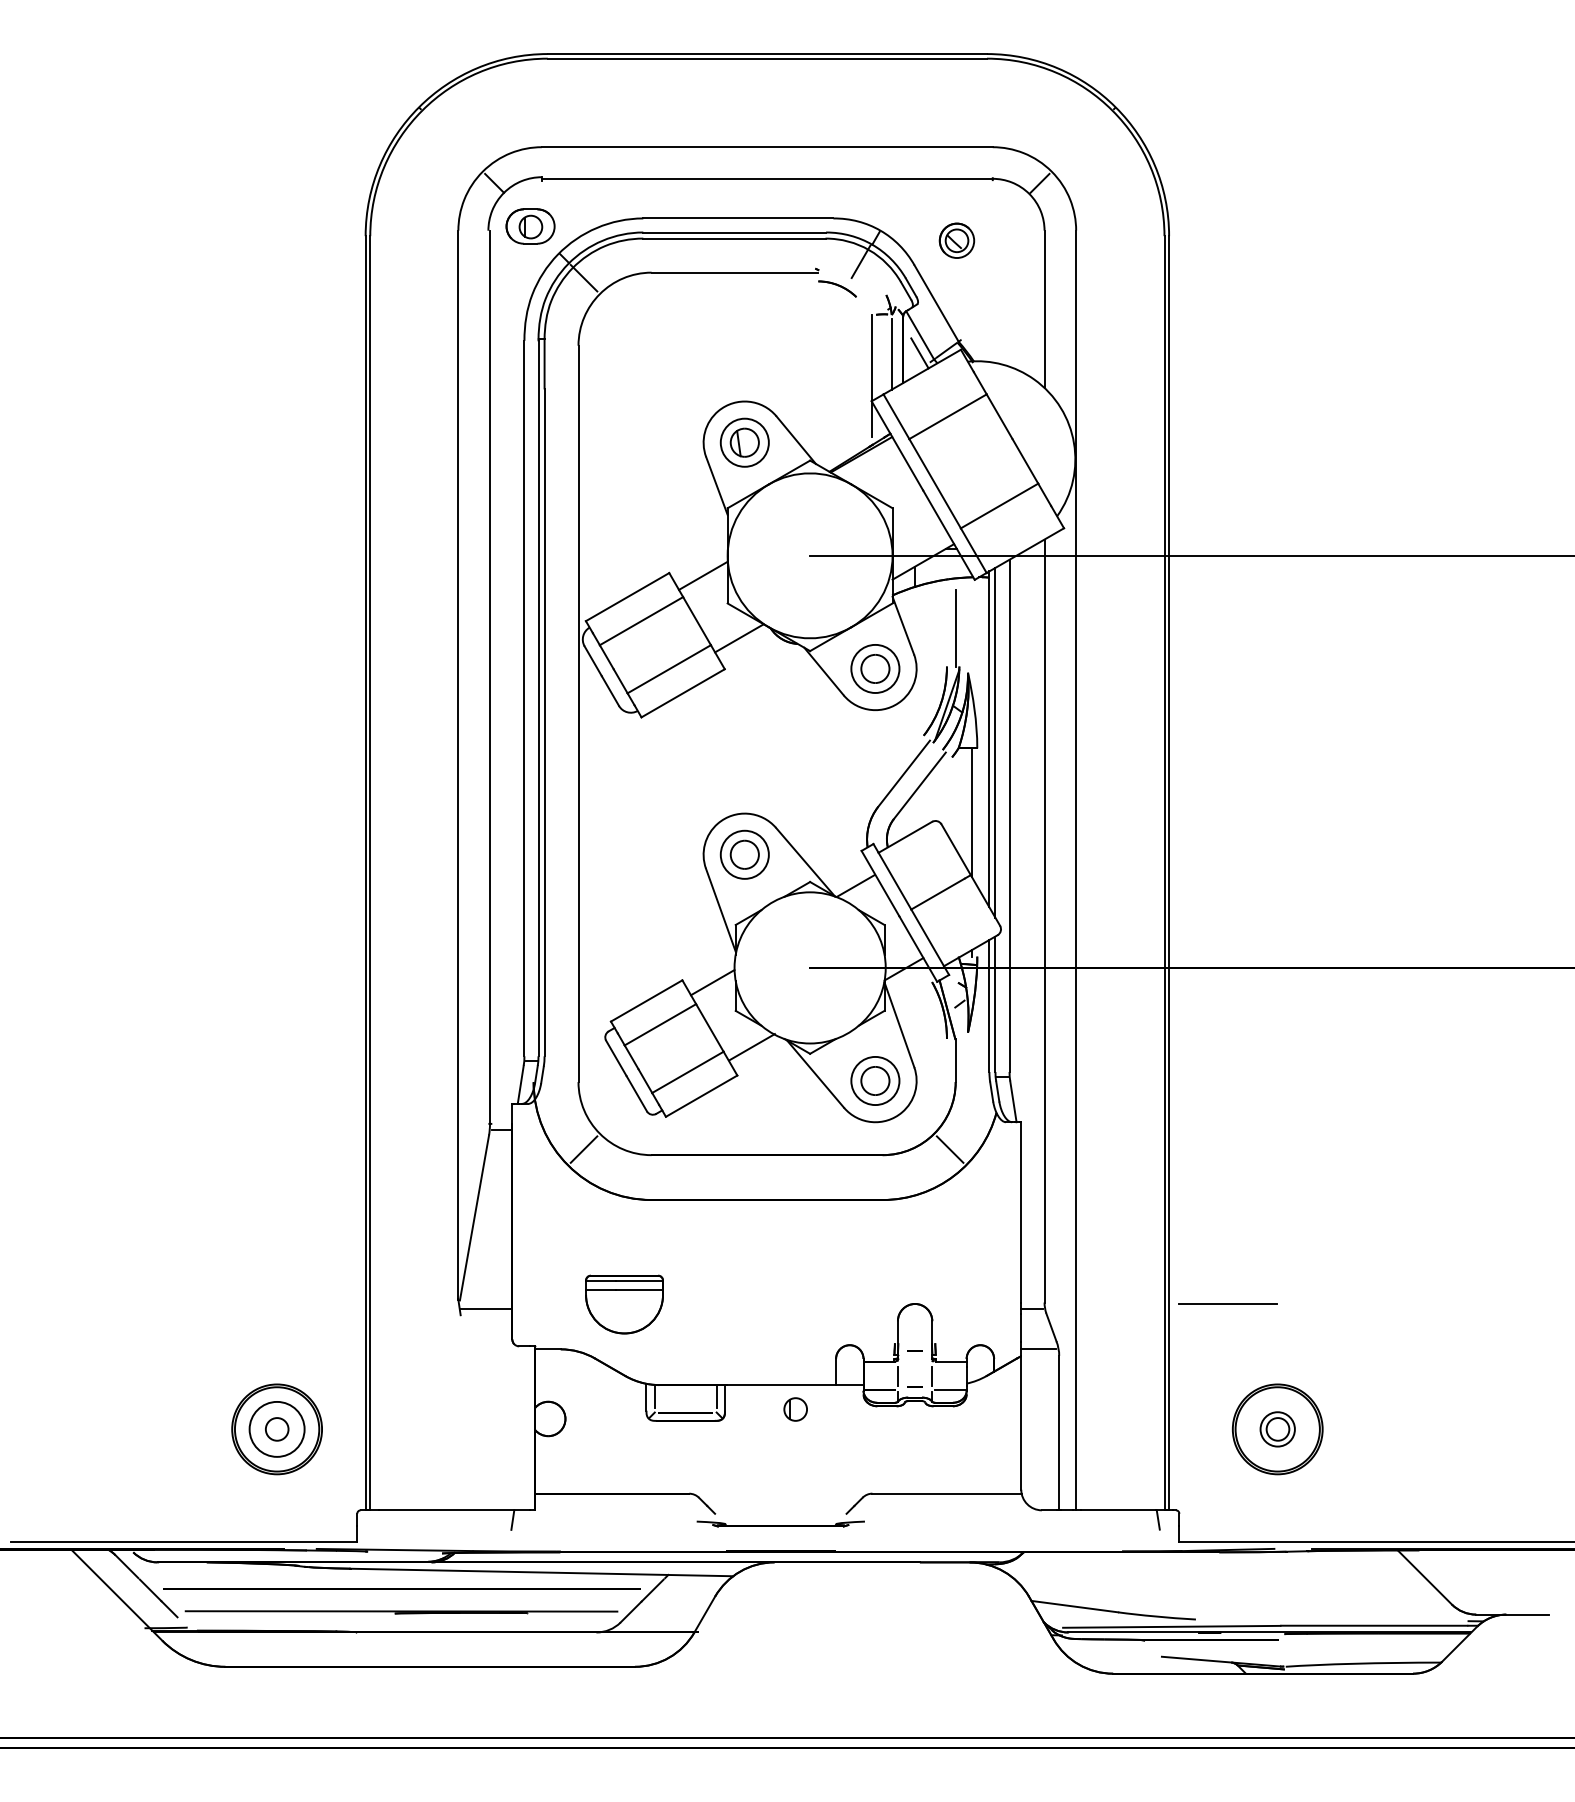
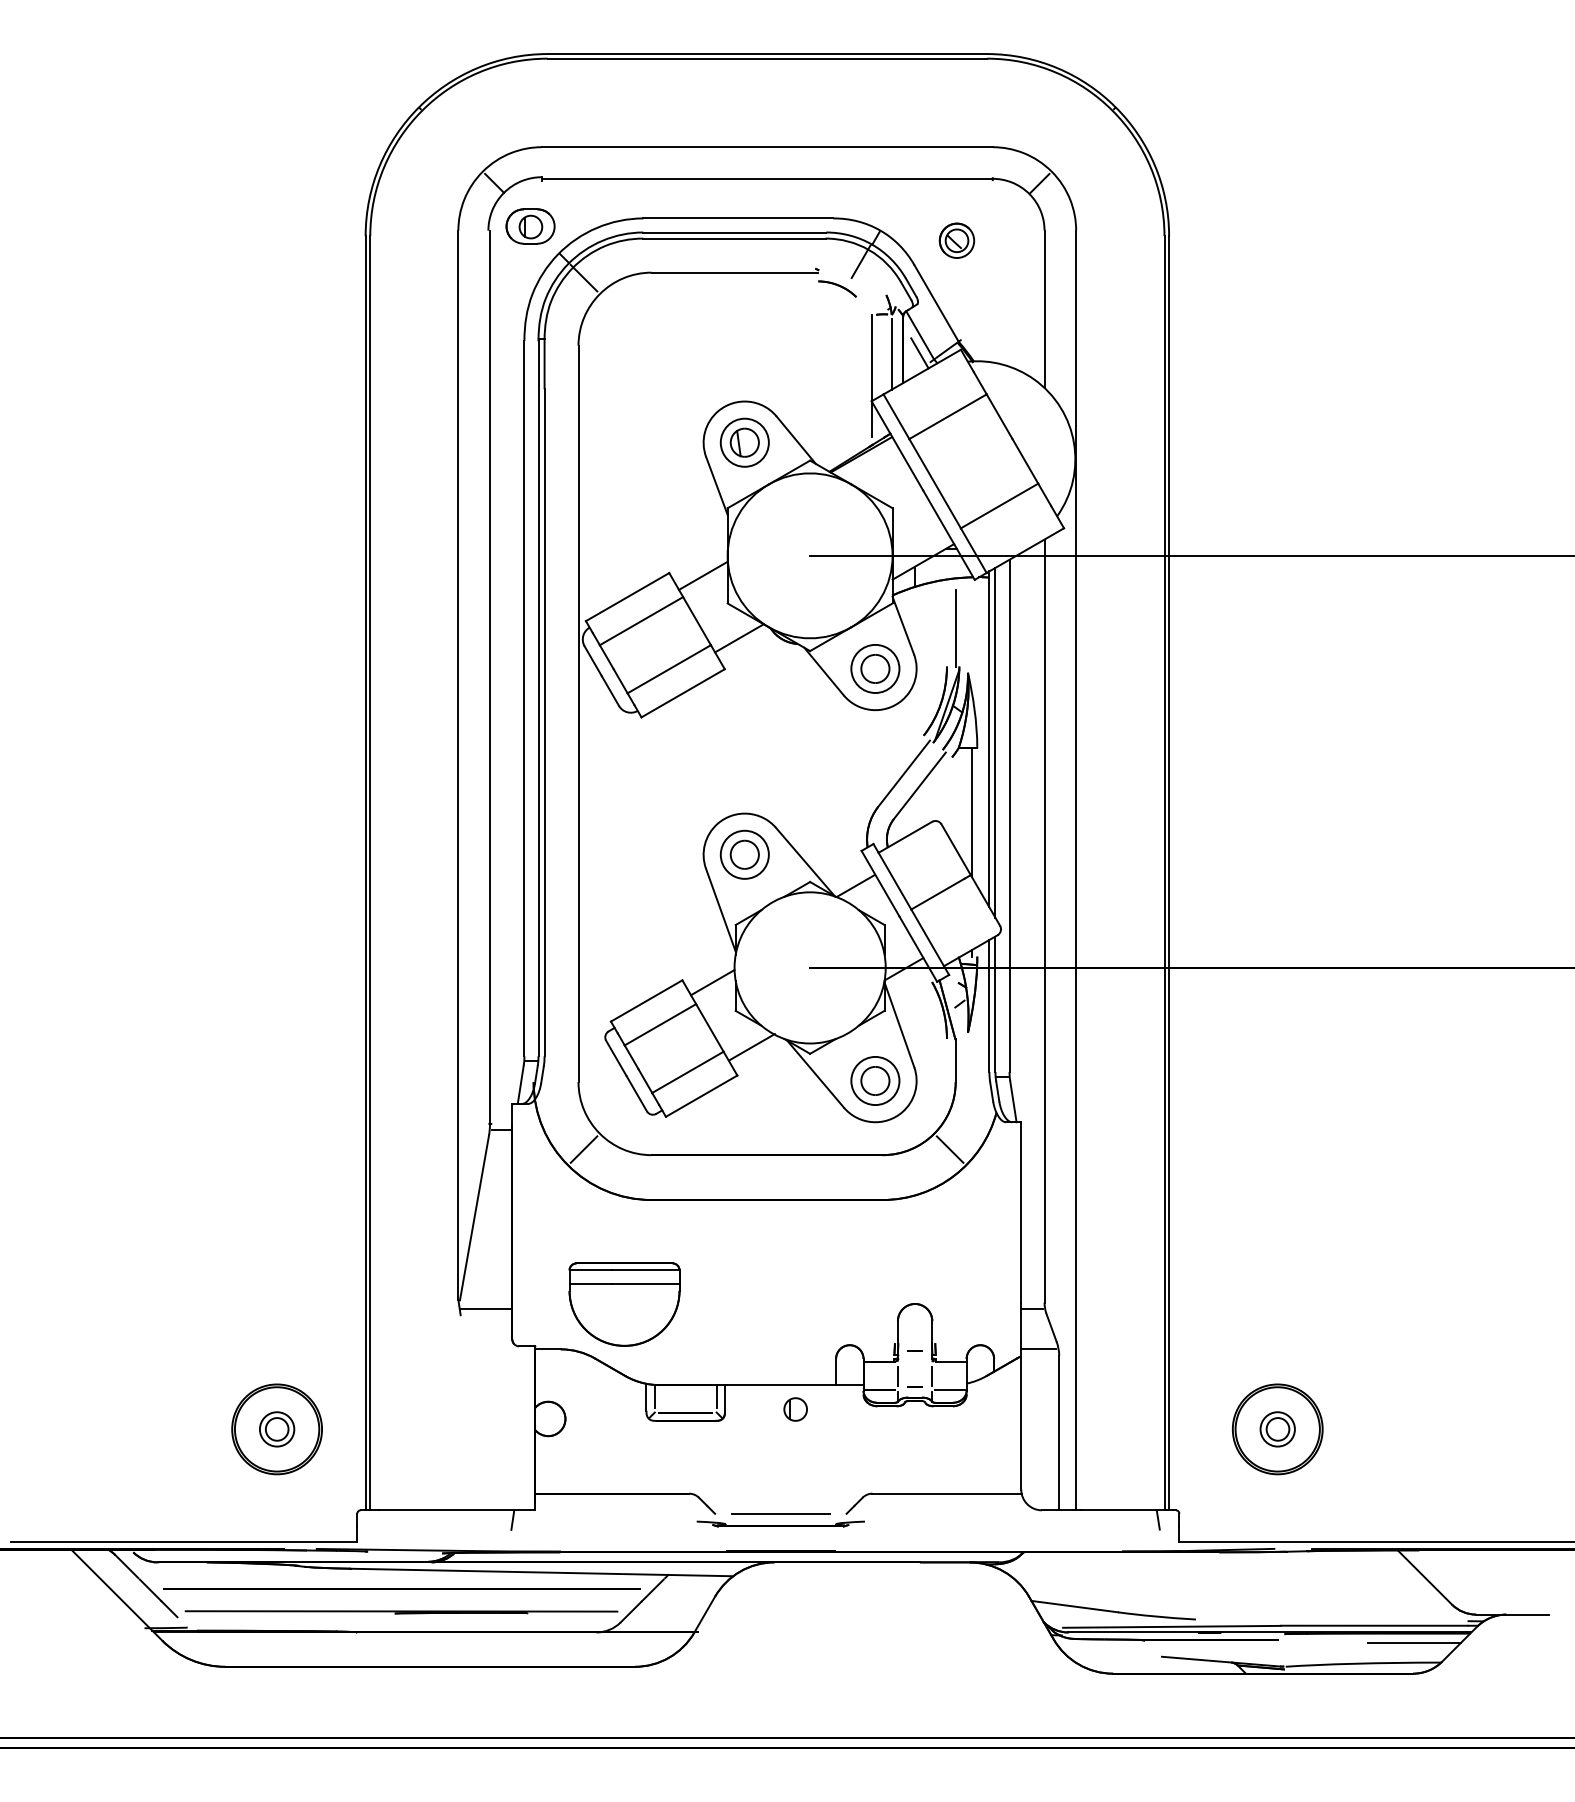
line at (1227, 1303) position: (1227, 1303) -> (780, 1513)
part at (624, 1304) size: 79x61 px -> 113x85 px
circle at (276, 1428) diameter: 55 px -> 34 px
line at (1414, 1643): none -> present
